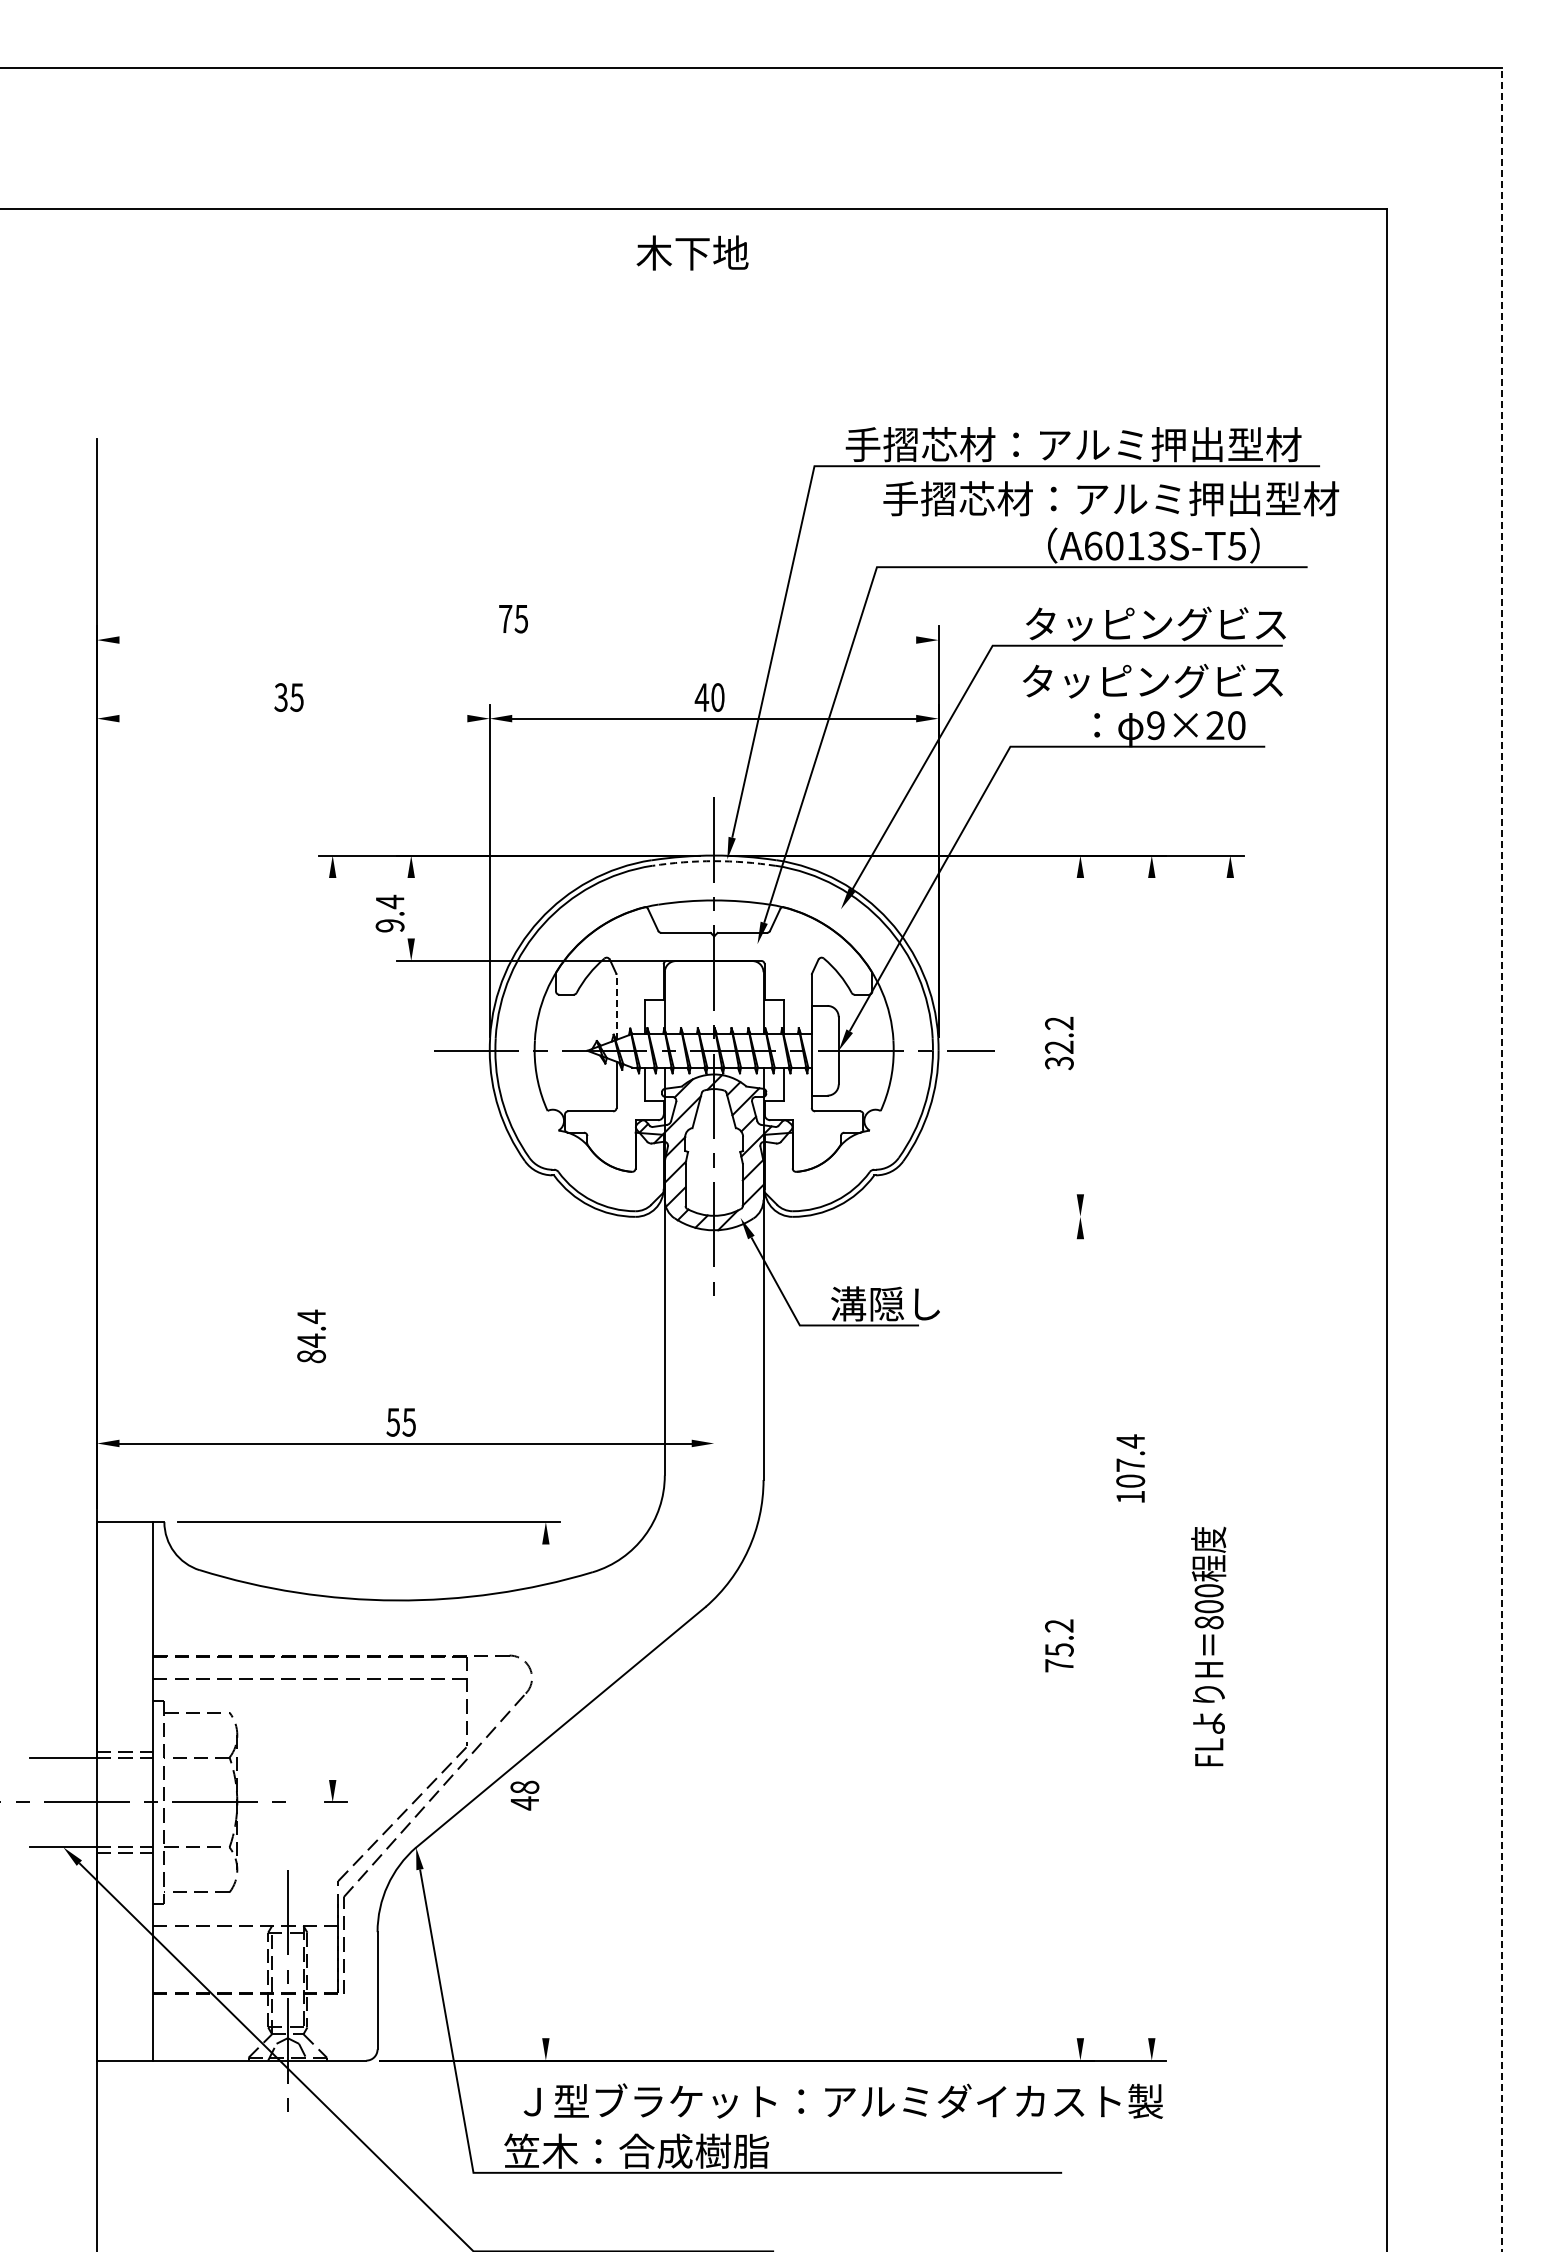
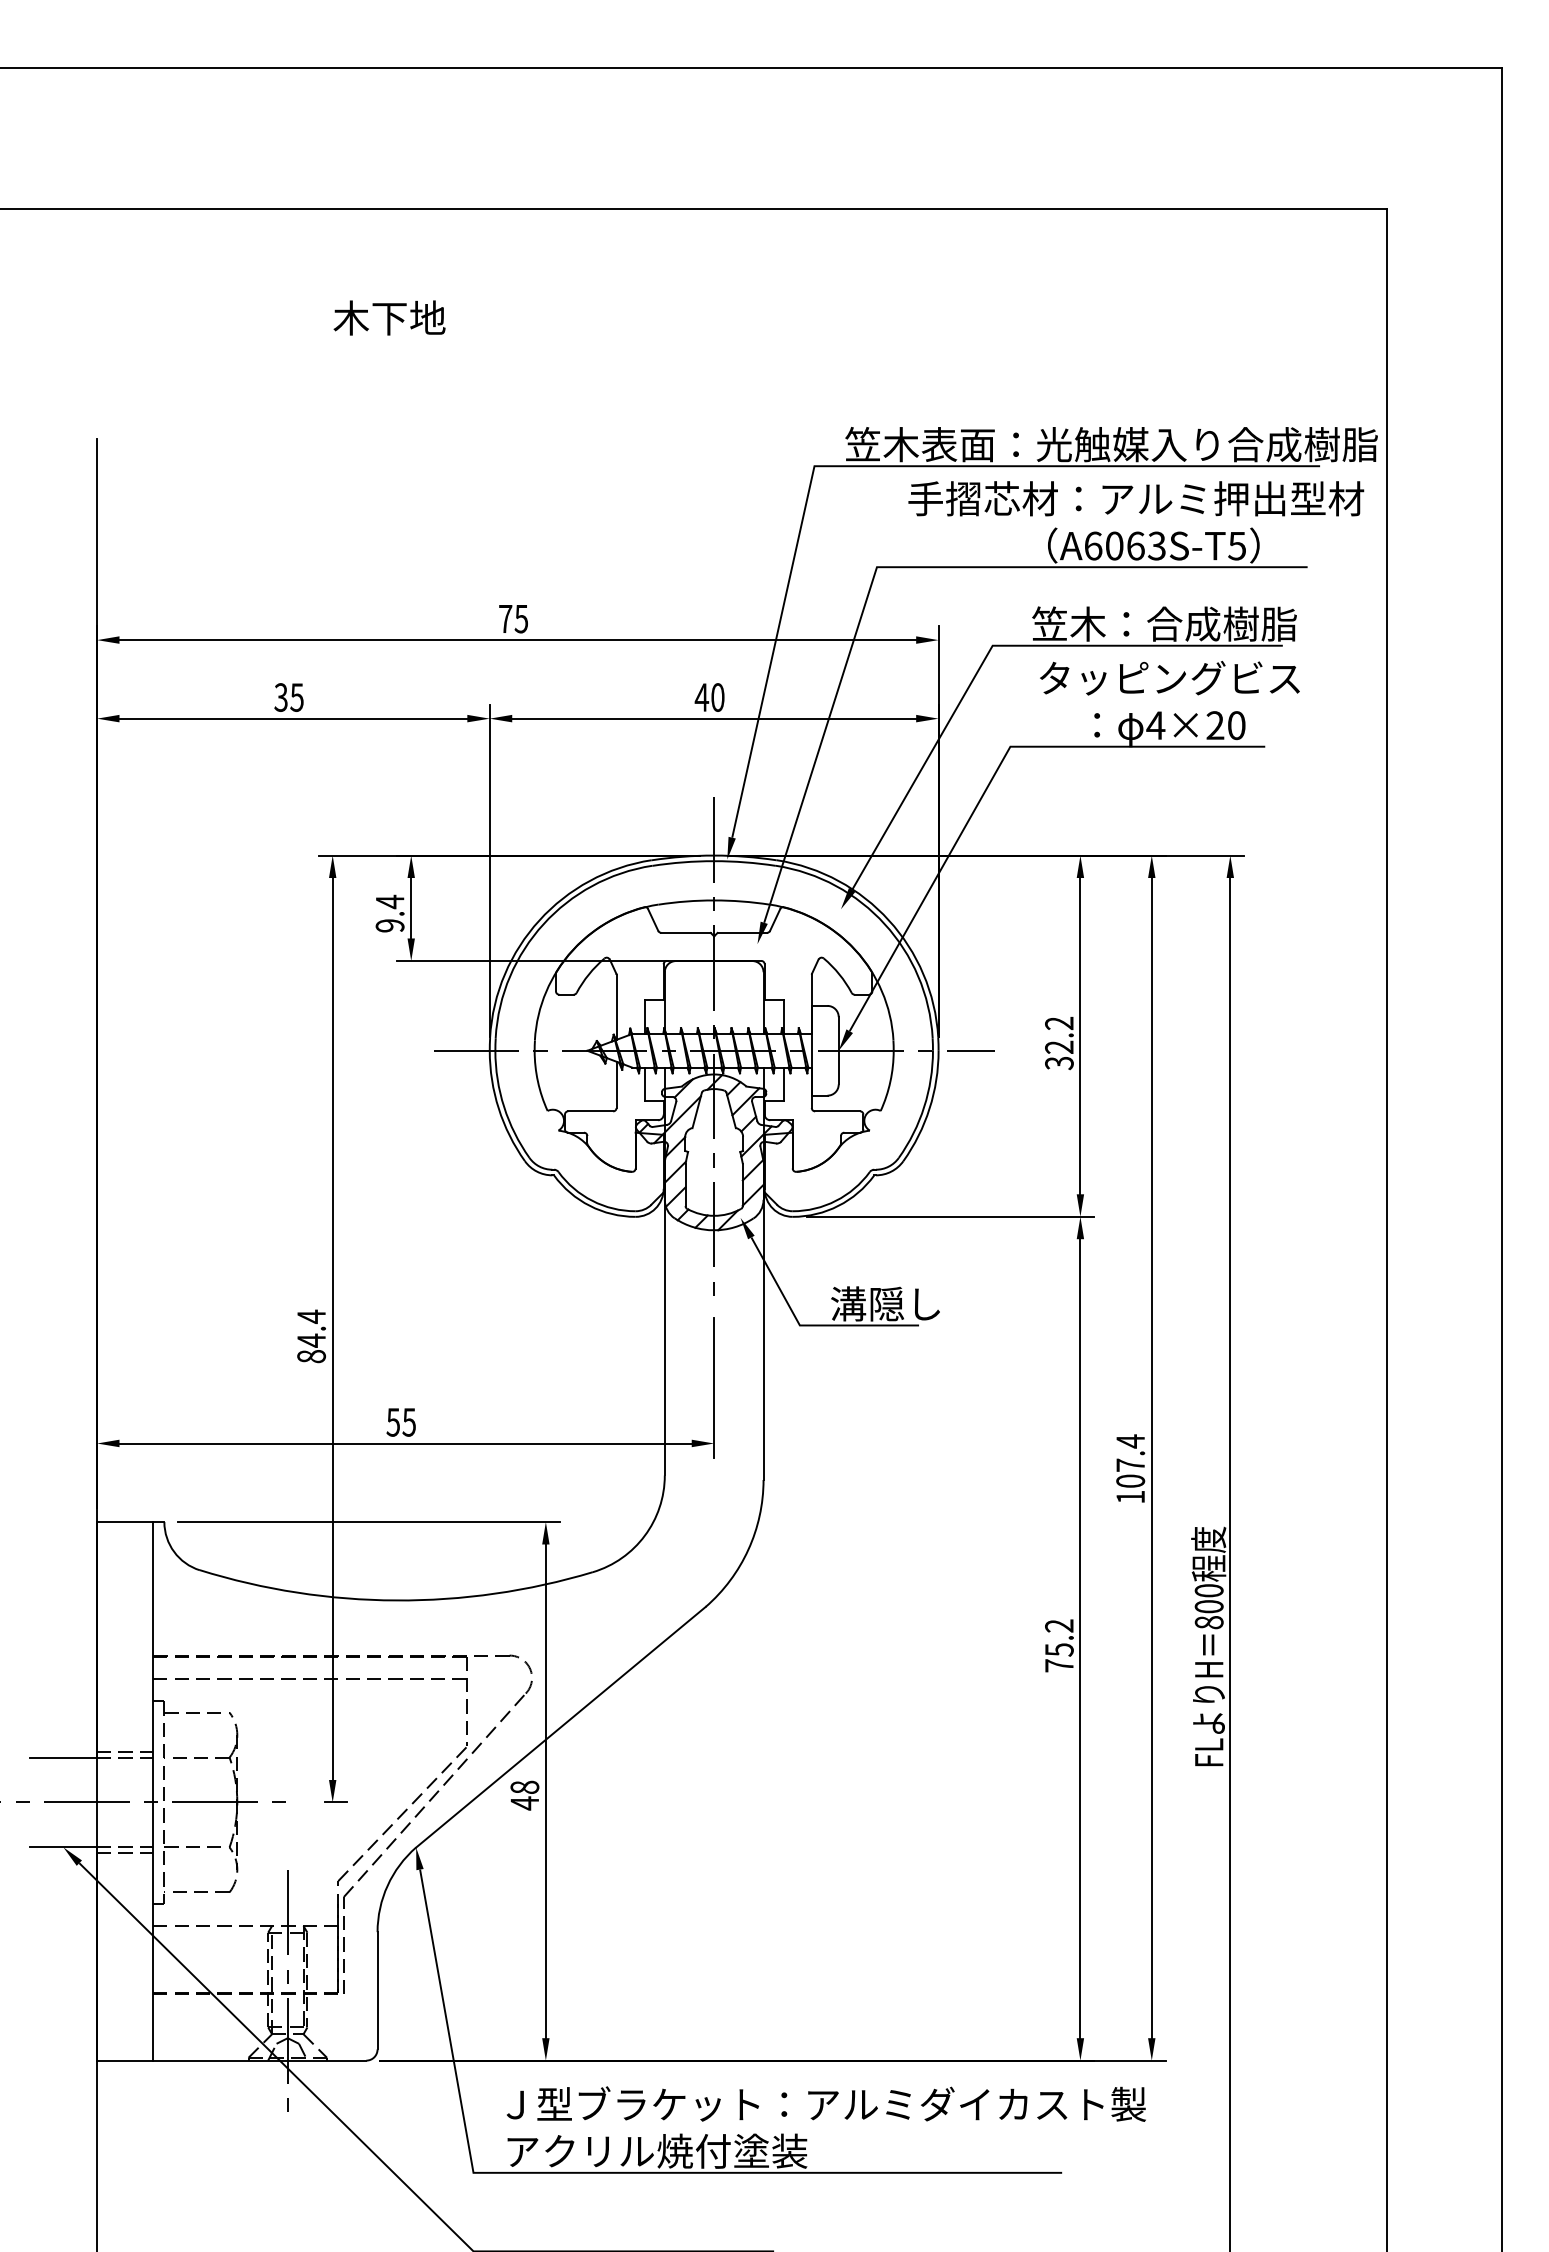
text at (692, 252) position: (692, 252) -> (389, 317)
text at (1111, 444): 手摺芯材：アルミ押出型材 -> 笠木表面：光触媒入り合成樹脂
text at (1111, 498) position: (1111, 498) -> (1136, 498)
text at (1135, 545): A6013S-T5 -> A6063S-T5
text at (1161, 623): タッピングビス -> 笠木：合成樹脂
line at (517, 640): none -> present
text at (1152, 681) position: (1152, 681) -> (1169, 678)
line at (293, 718): none -> present
text at (1155, 725): 9×20 -> 4×20
arc at (714, 861): dashed -> solid
line at (411, 908): none -> present
line at (616, 1006): dashed -> solid
line at (1080, 1036): none -> present
line at (1502, 1159): dashed -> solid
line at (950, 1216): none -> present
line at (332, 1329): none -> present
line at (714, 1387): none -> present
line at (1151, 1458): none -> present
line at (1230, 1563): none -> present
line at (1080, 1638): none -> present
line at (545, 1791): none -> present
text at (843, 2100) position: (843, 2100) -> (826, 2103)
text at (655, 2150): 笠木：合成樹脂 -> アクリル焼付塗装
